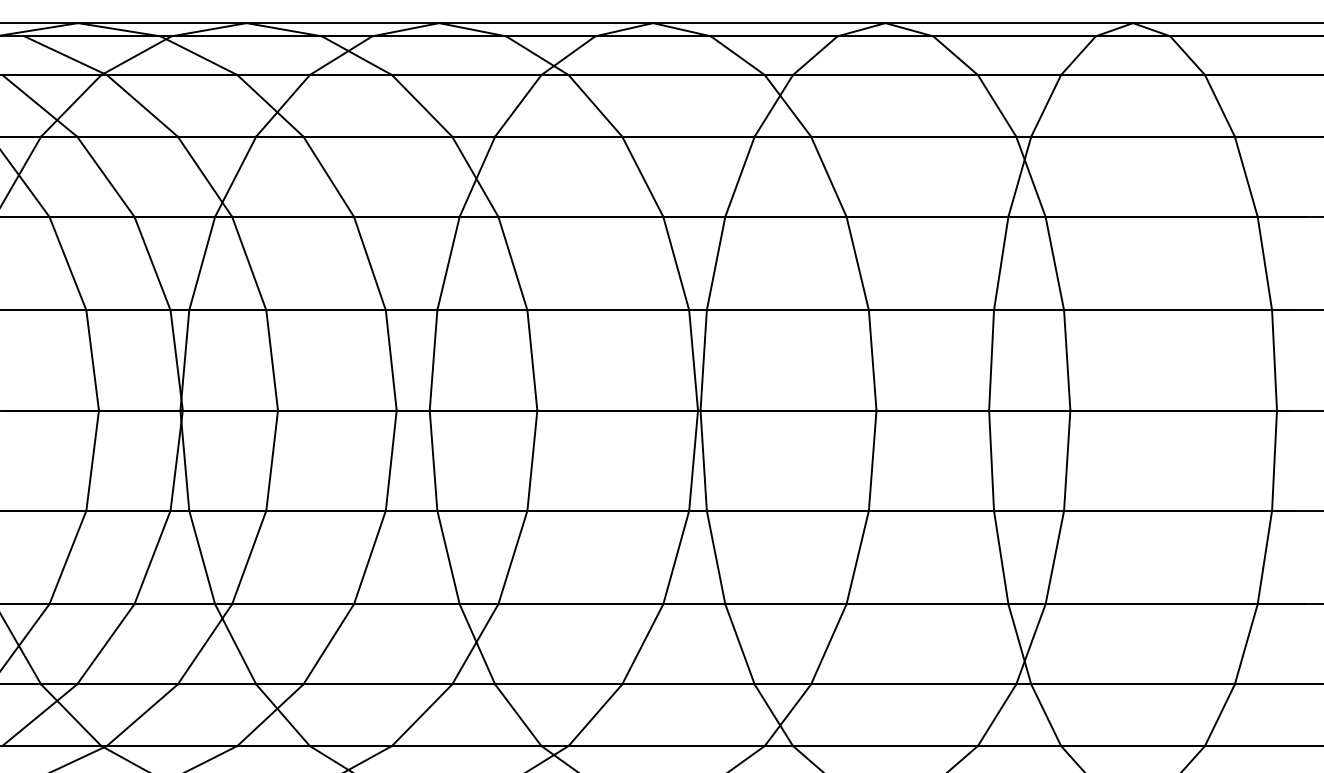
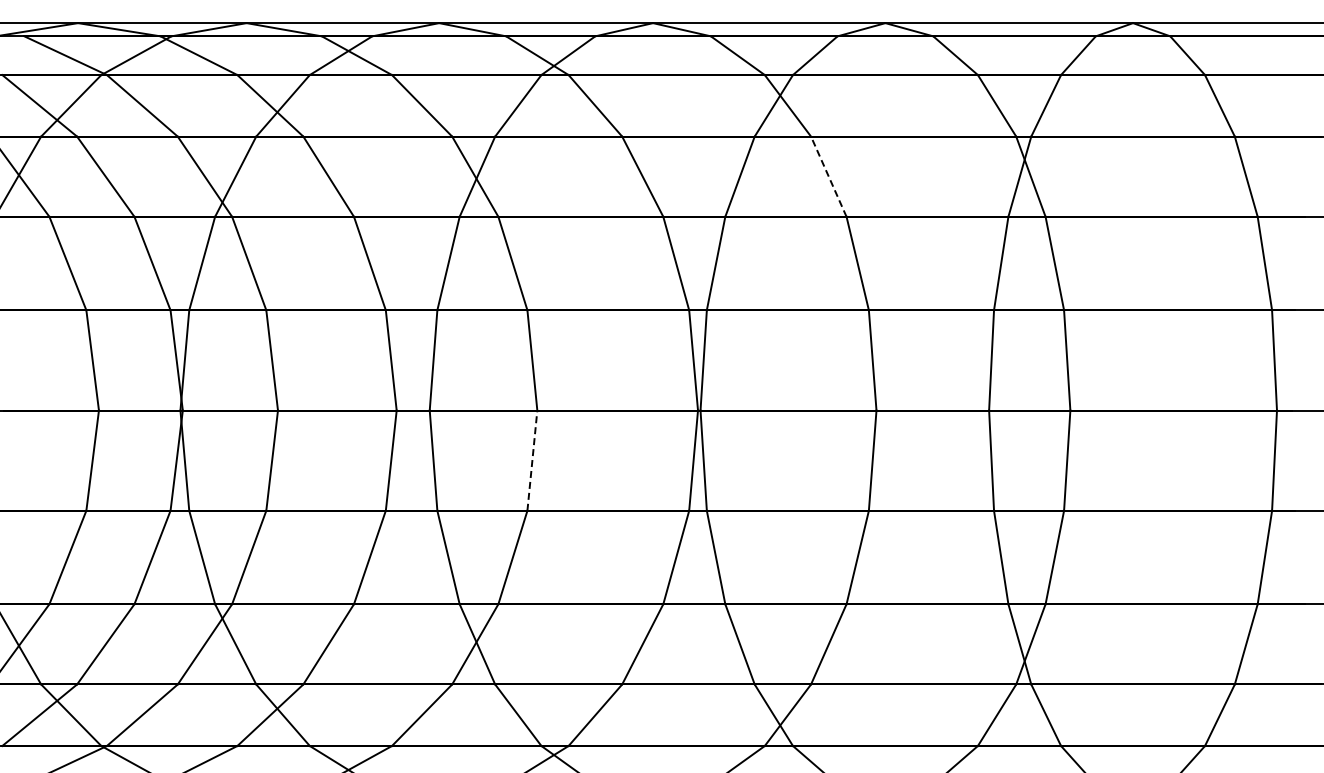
line at (828, 176): solid -> dashed
line at (532, 460): solid -> dashed
